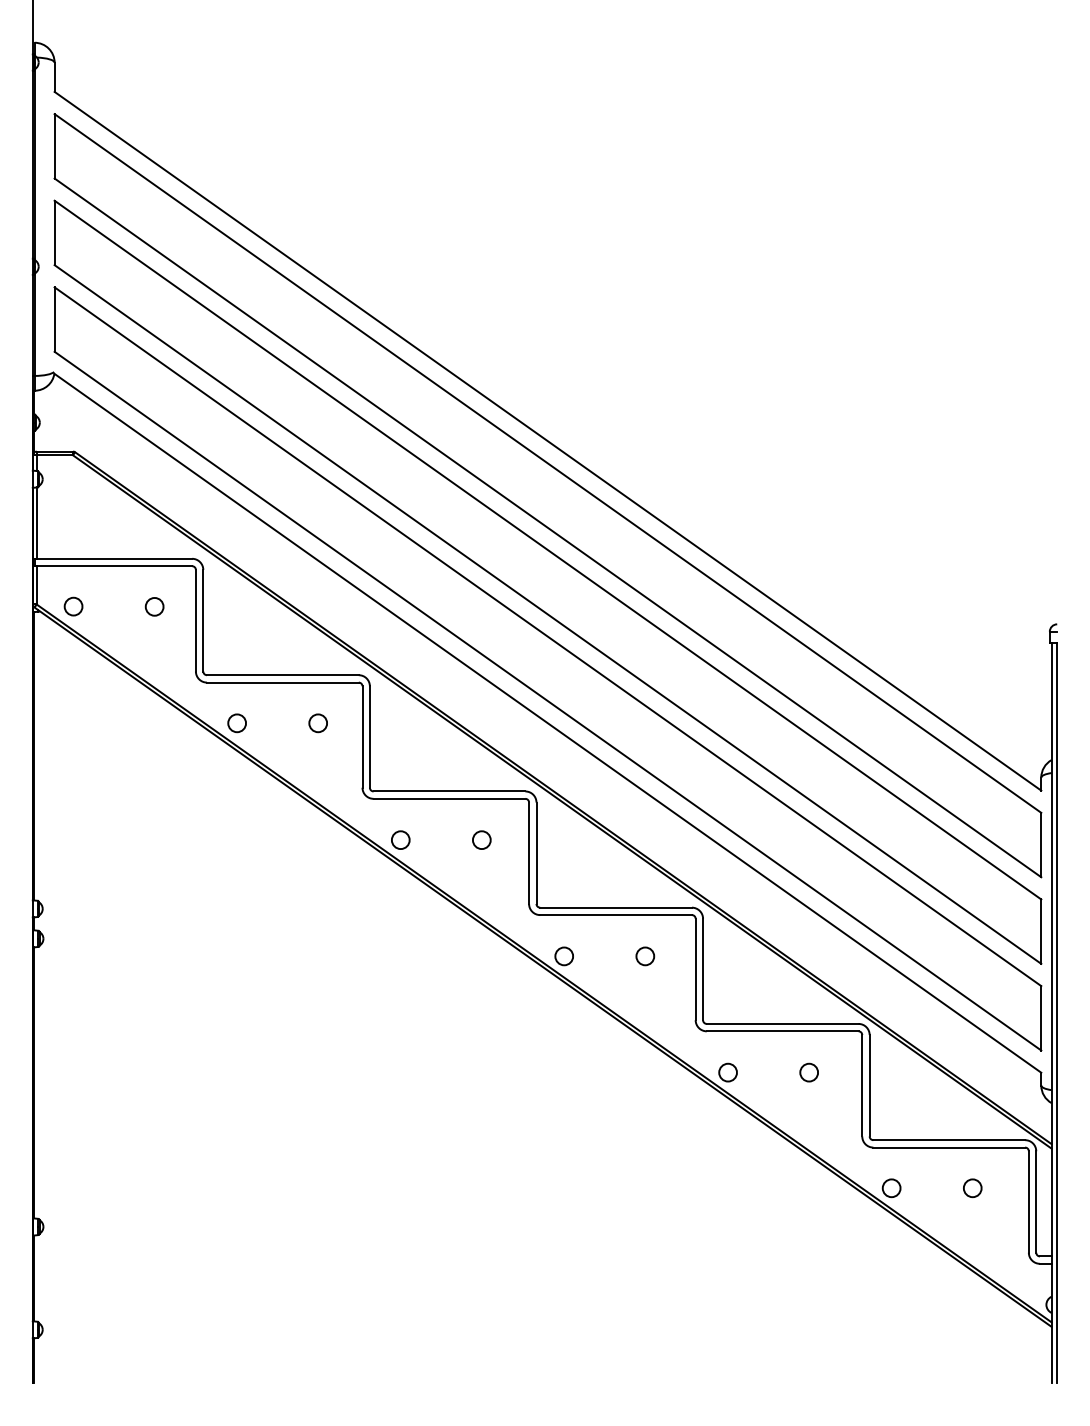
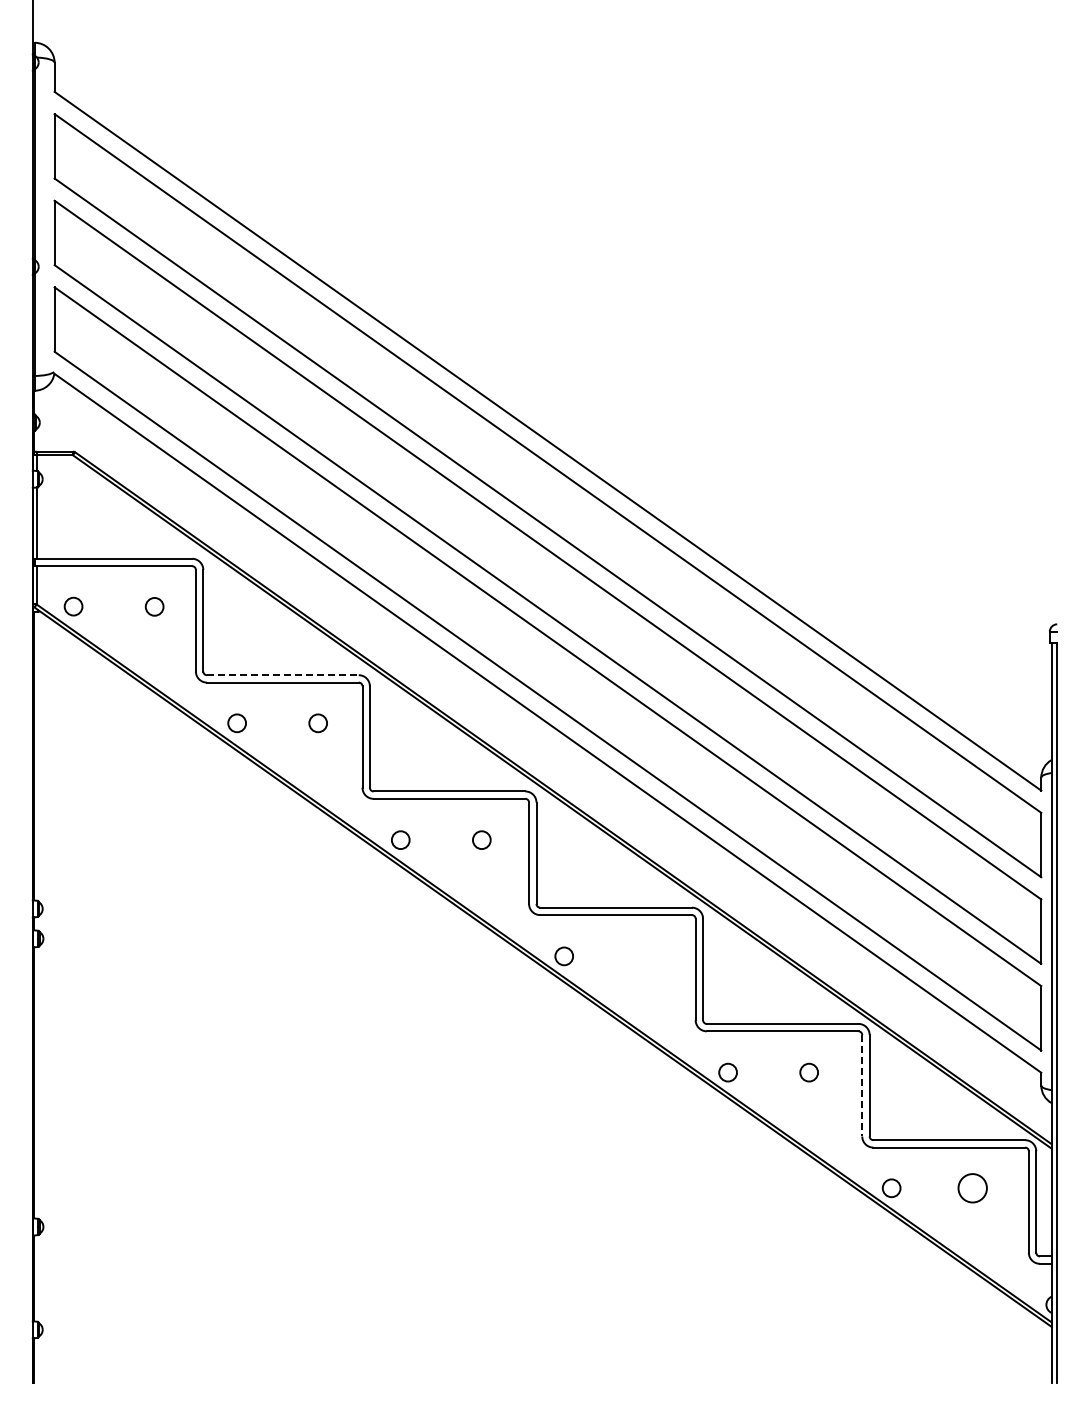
line at (282, 675): solid -> dashed
circle at (645, 956): present -> none
line at (862, 1085): solid -> dashed
circle at (972, 1188) diameter: 18 px -> 28 px
